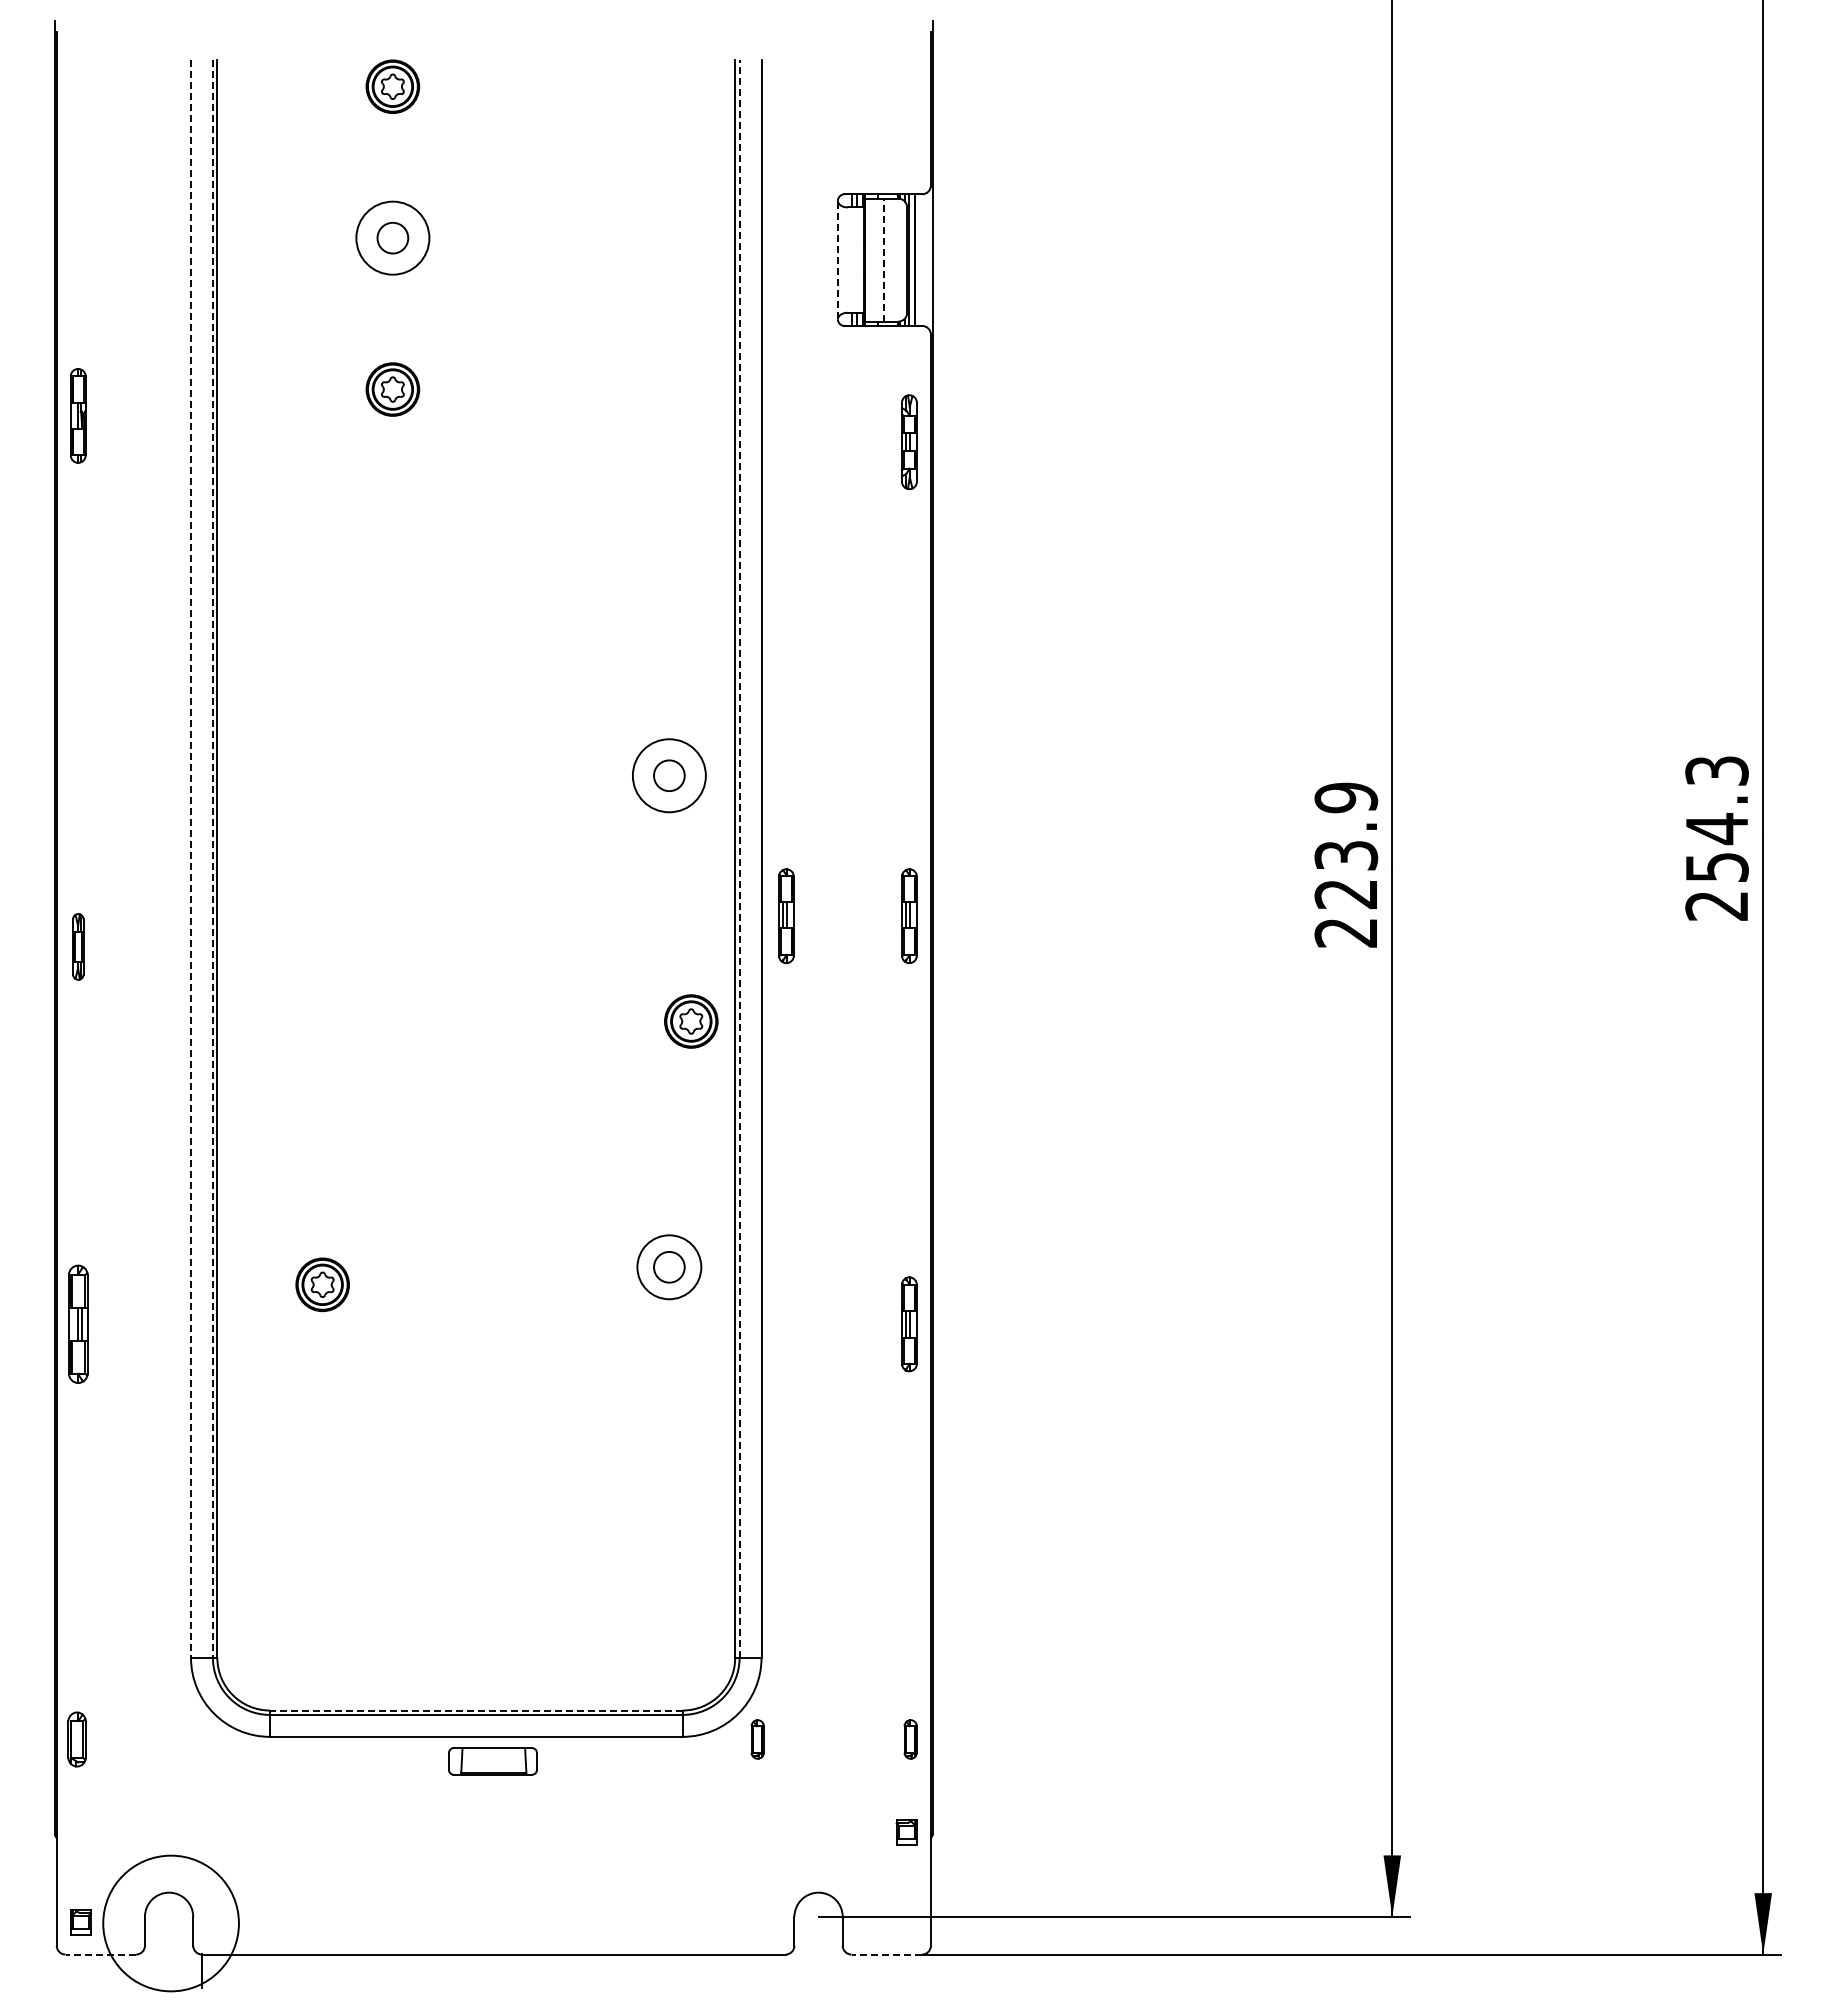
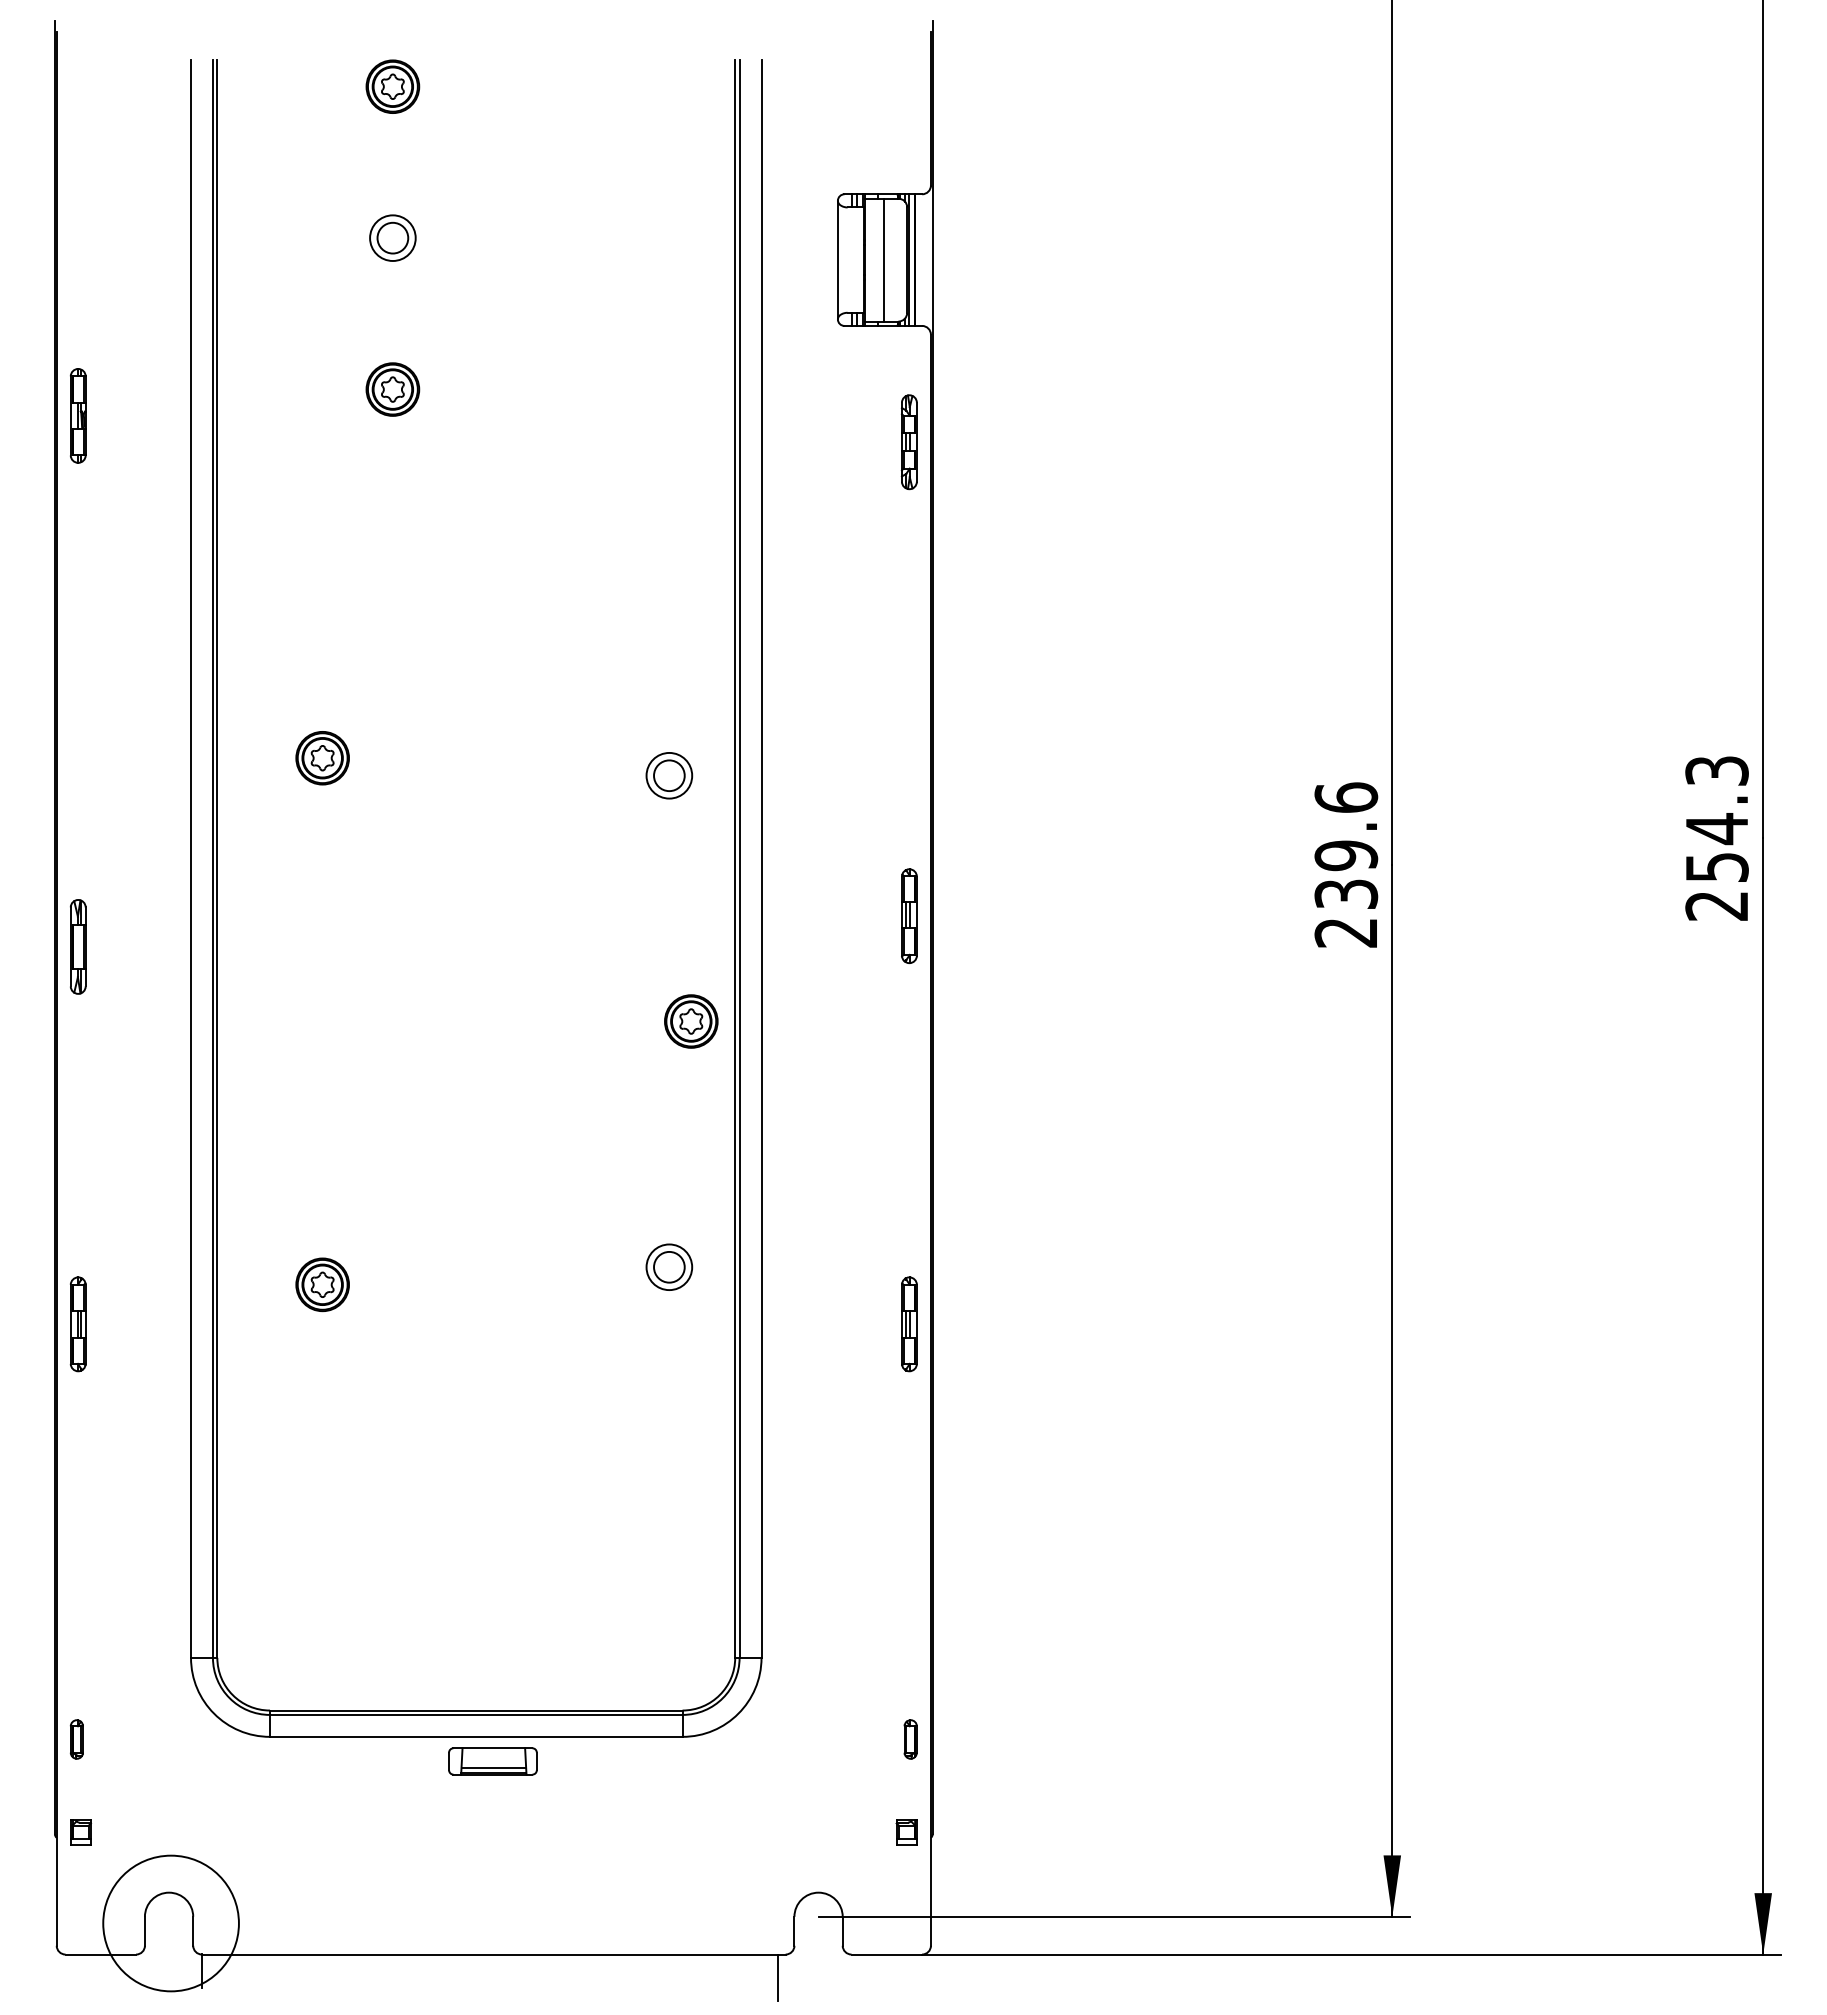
circle at (392, 237) diameter: 73 px -> 46 px
line at (837, 259): dashed -> solid
line at (883, 259): dashed -> solid
part at (322, 758): none -> present
circle at (668, 775) diameter: 73 px -> 46 px
text at (1346, 845): 223.9 -> 239.6
line at (191, 859): dashed -> solid
line at (212, 859): dashed -> solid
line at (739, 859): dashed -> solid
part at (786, 915): present -> none
part at (78, 946) size: 13x68 px -> 17x96 px
circle at (669, 1267) diameter: 64 px -> 46 px
part at (78, 1323) size: 21x120 px -> 18x97 px
line at (475, 1710): dashed -> solid
part at (76, 1739) size: 20x57 px -> 15x41 px
part at (757, 1739): present -> none
line at (493, 1768): none -> present
part at (80, 1922) position: (80, 1922) -> (80, 1832)
line at (100, 1954): dashed -> solid
line at (886, 1954): dashed -> solid
line at (778, 1977): none -> present
